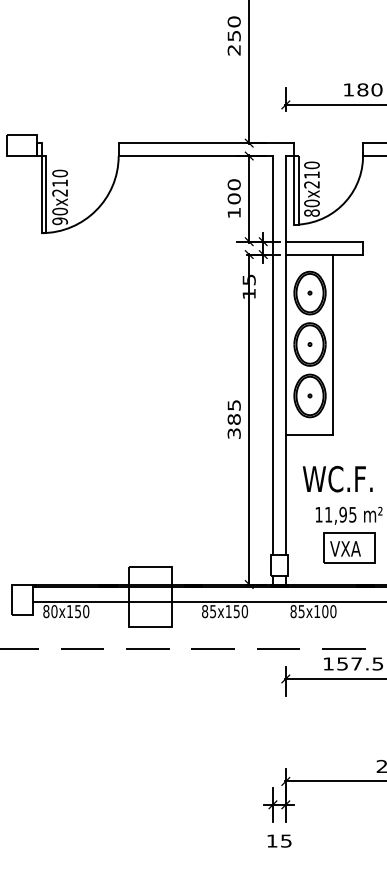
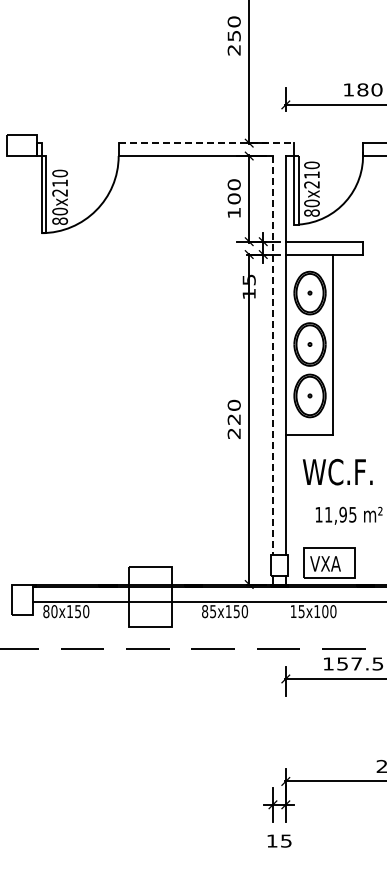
line at (206, 143): solid -> dashed
text at (59, 221): 90x210 -> 80x210
line at (272, 355): solid -> dashed
text at (233, 418): 385 -> 220
text at (337, 478) position: (337, 478) -> (337, 471)
part at (349, 547) position: (349, 547) -> (329, 562)
text at (293, 611): 85x100 -> 15x100
